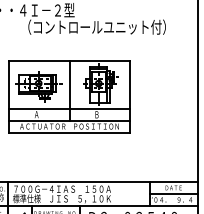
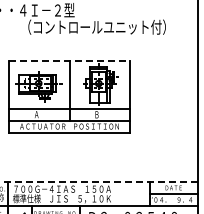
line at (70, 60): solid -> dashed
line at (99, 181): solid -> dashed
